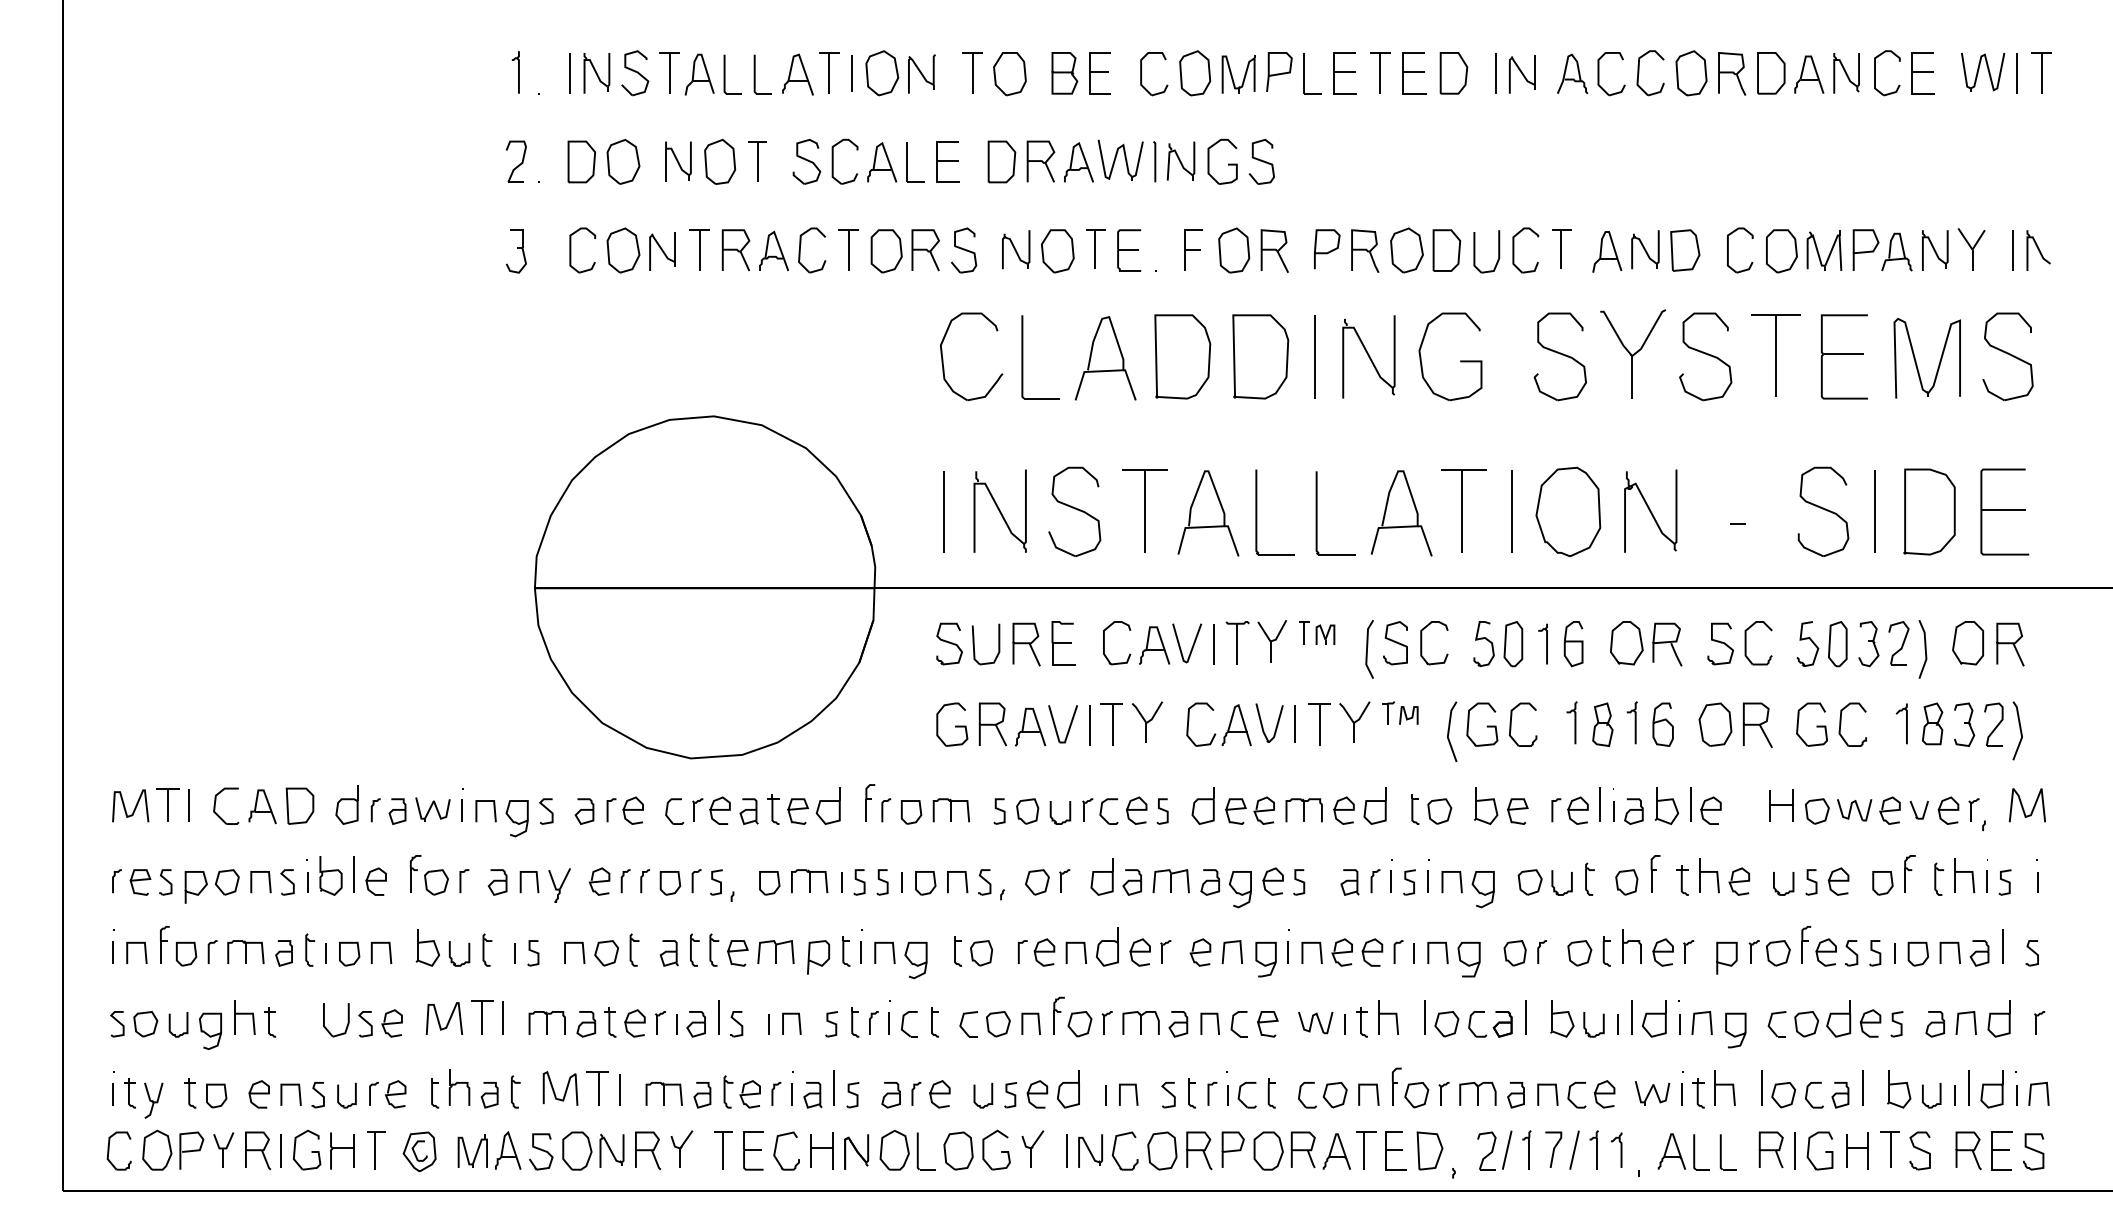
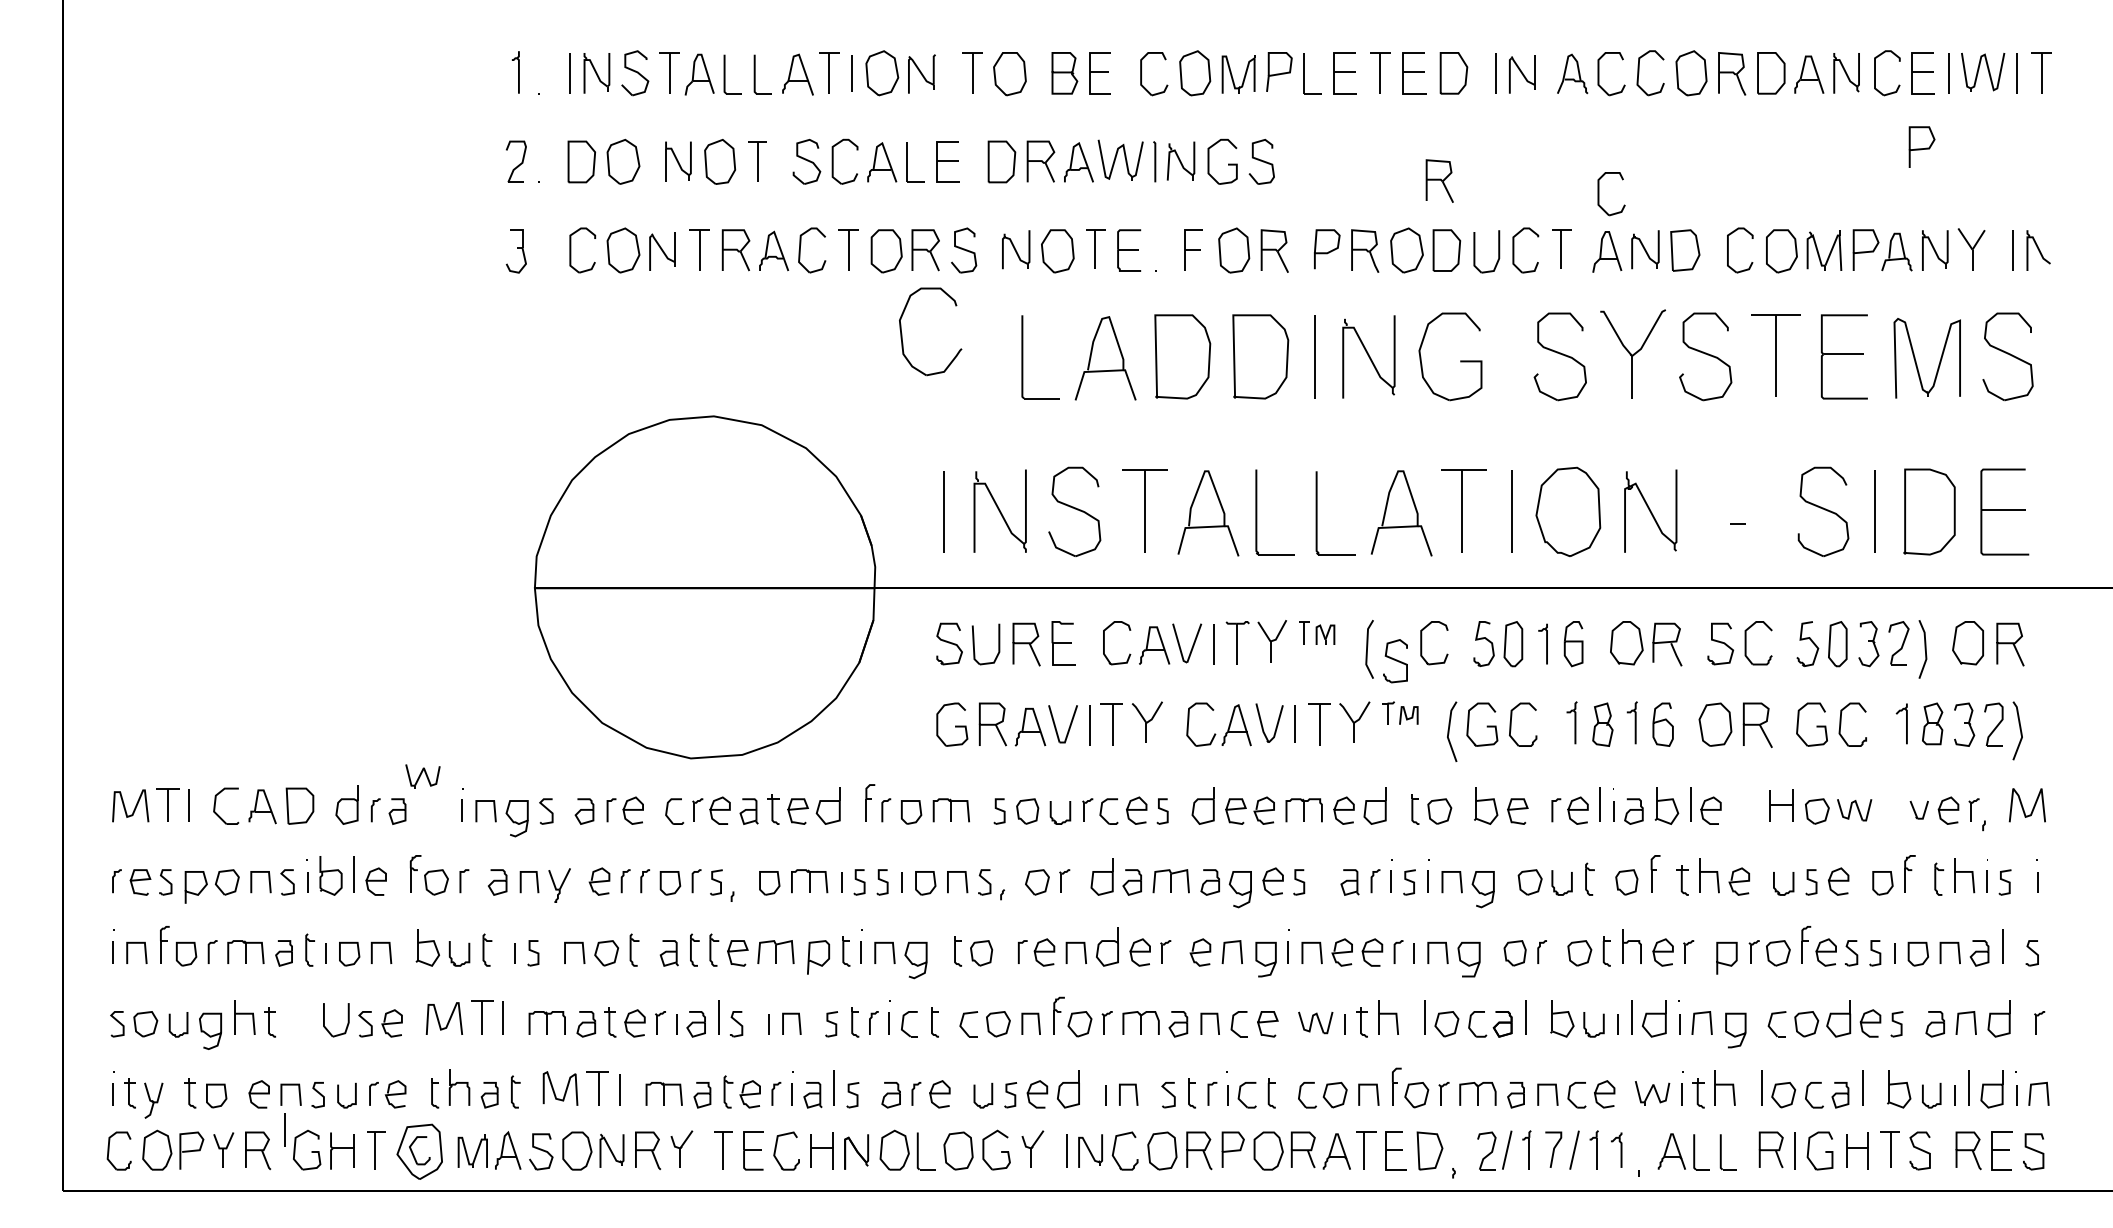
line at (1948, 73): none -> present
curve at (1921, 148): none -> present
part at (1439, 180): none -> present
part at (1599, 194): none -> present
part at (943, 358) position: (943, 358) -> (902, 333)
part at (1395, 643) position: (1395, 643) -> (1395, 661)
part at (432, 809) position: (432, 809) -> (422, 776)
curve at (1889, 810): present -> none
line at (280, 1150) position: (280, 1150) -> (284, 1129)
part at (419, 1151) size: 35x42 px -> 47x57 px
